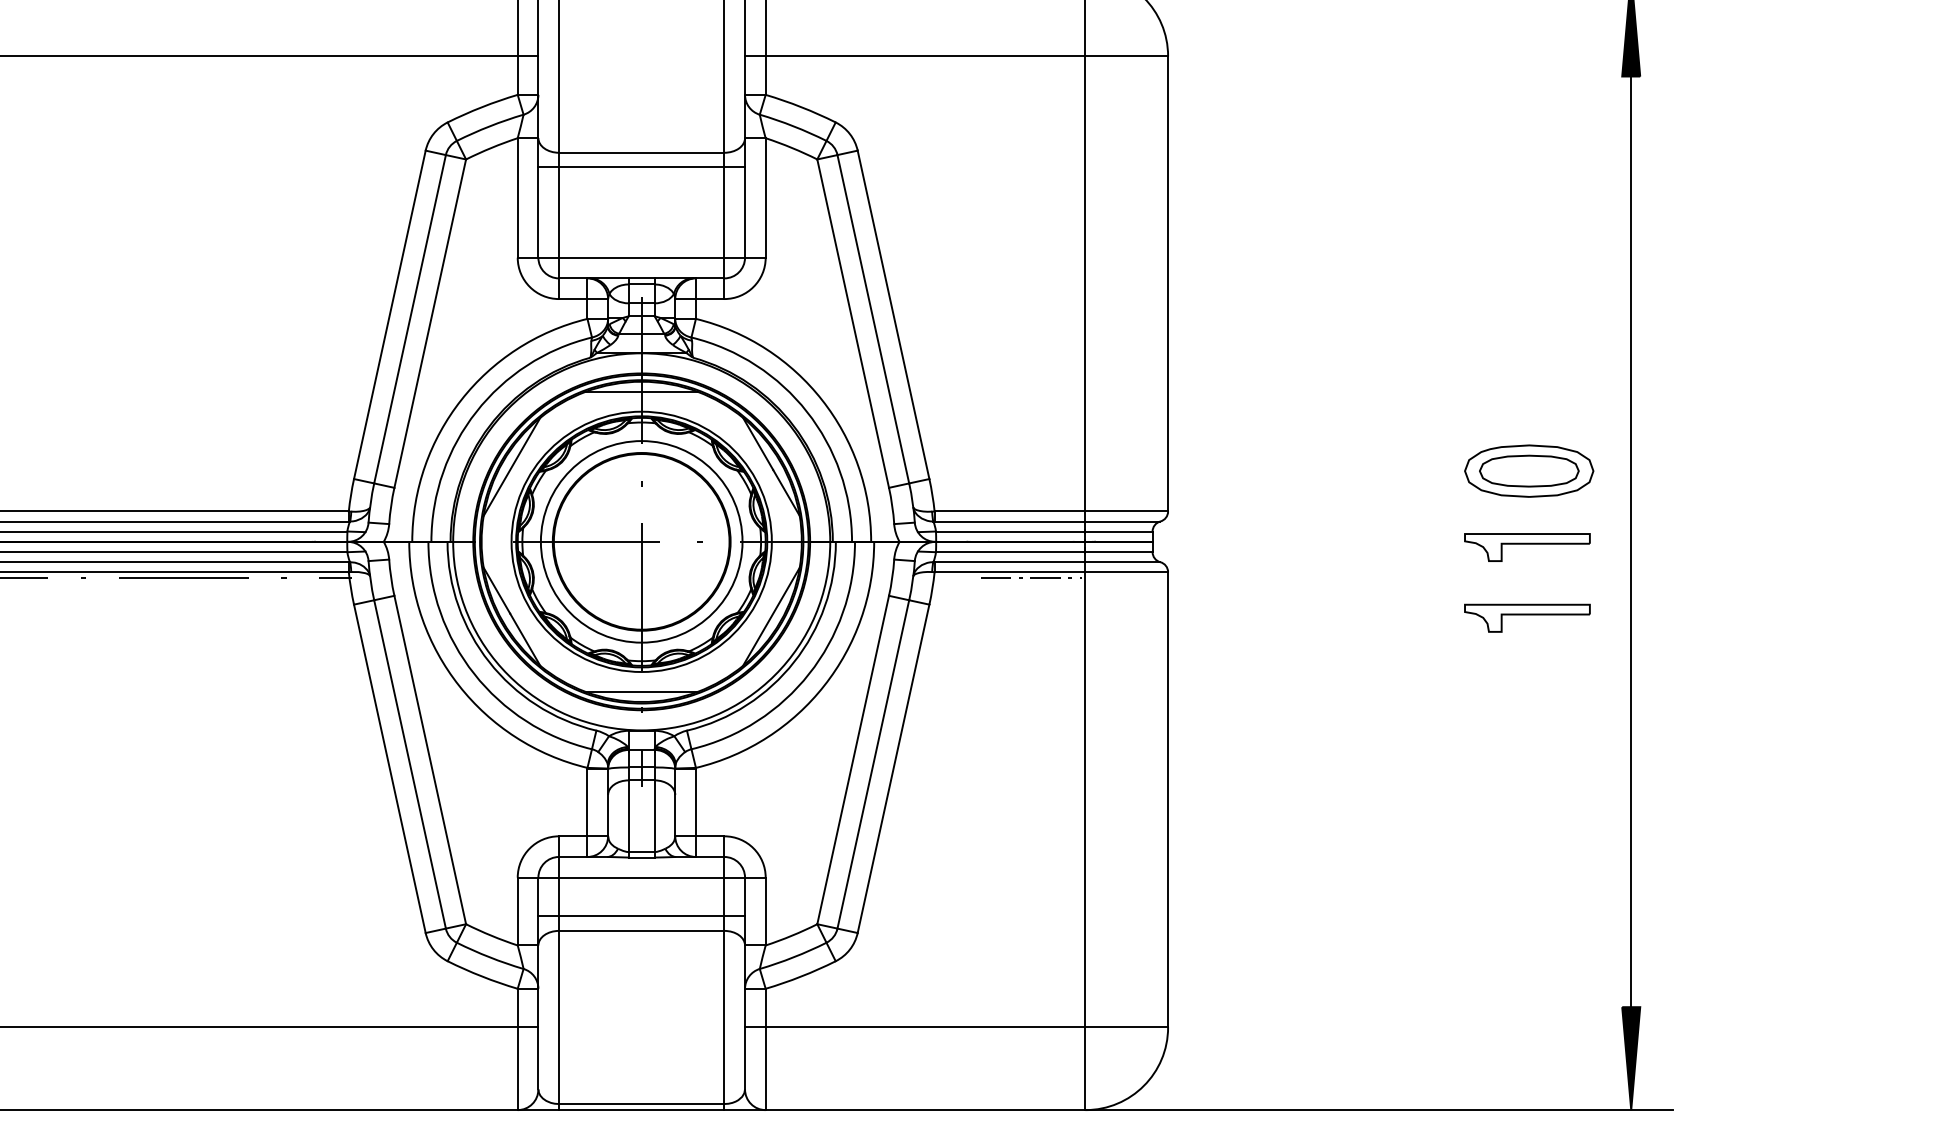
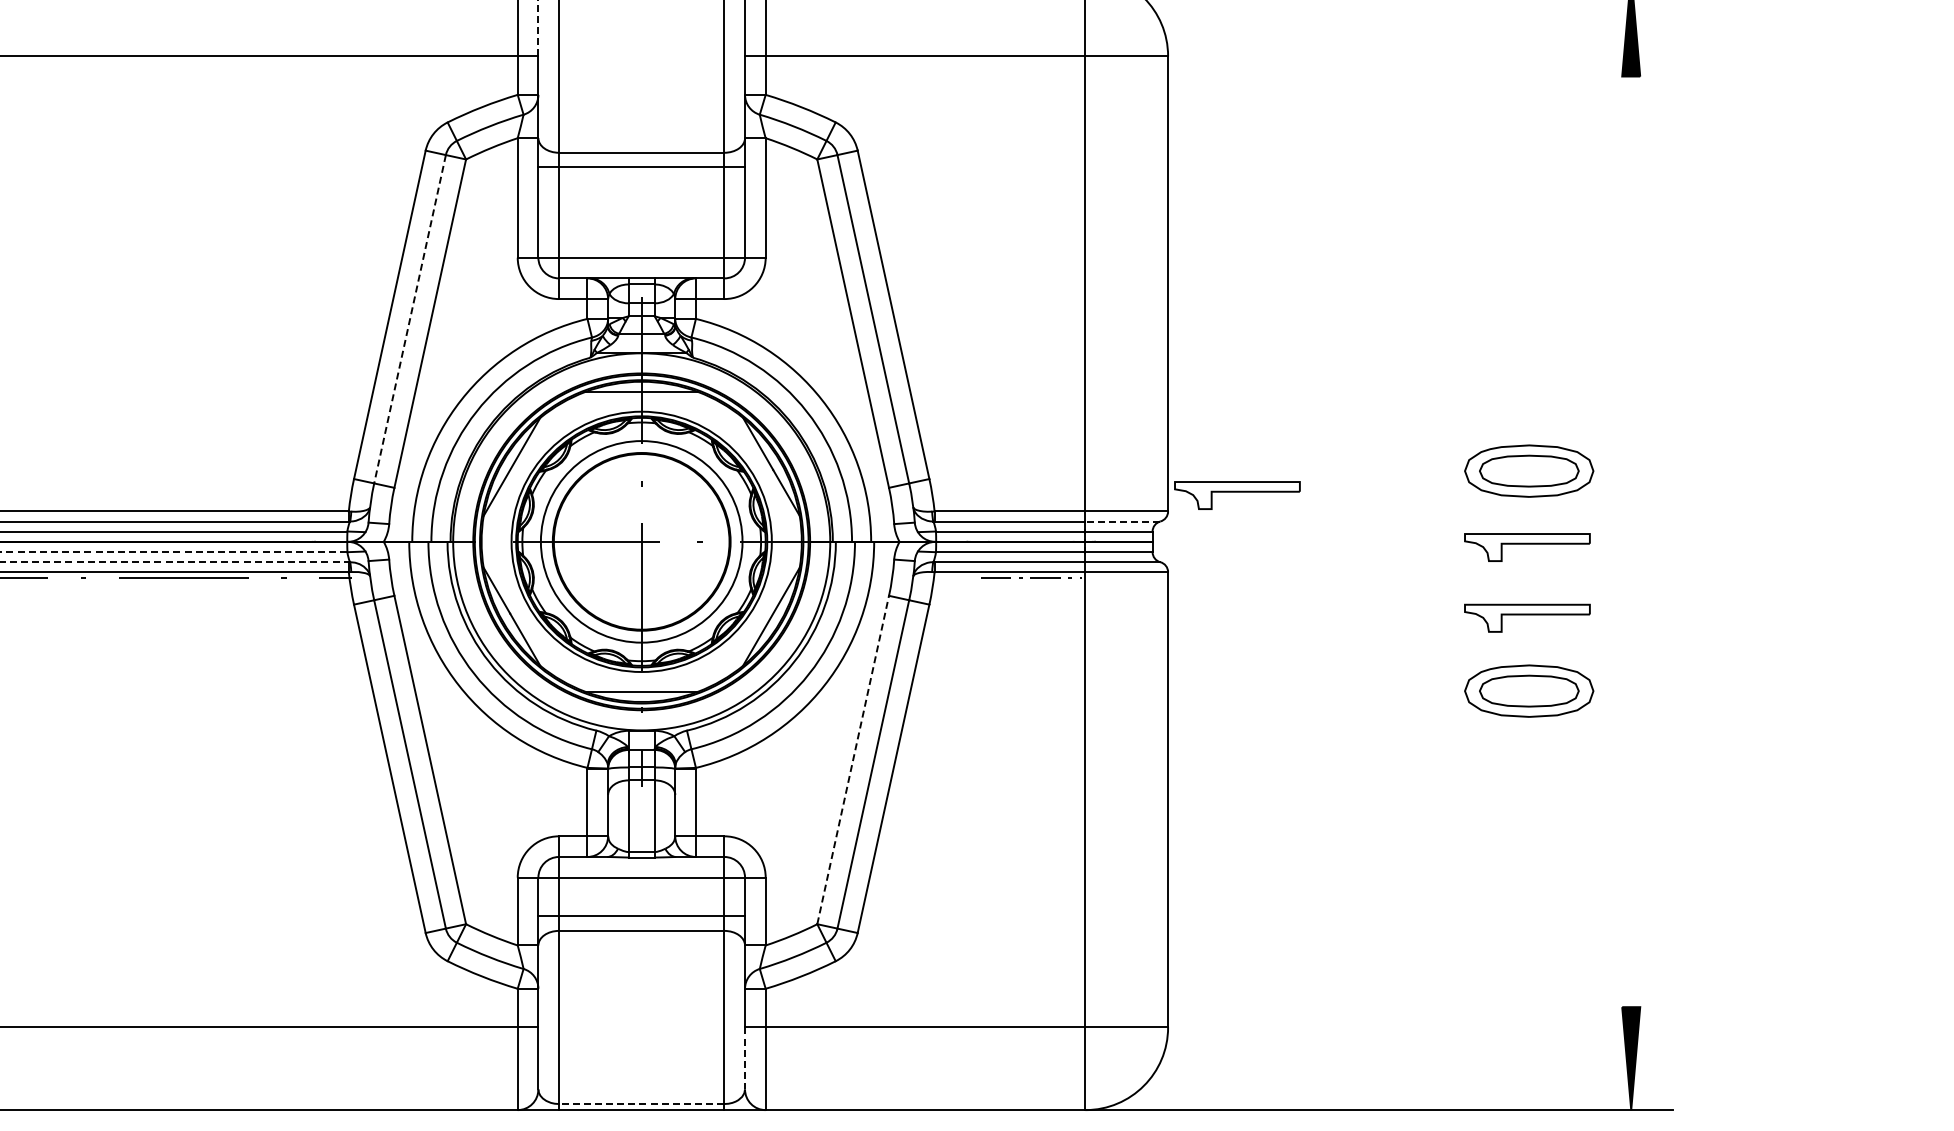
line at (538, 28): solid -> dashed
line at (409, 319): solid -> dashed
part at (1237, 495): none -> present
line at (1122, 521): solid -> dashed
line at (1631, 541): present -> none
line at (173, 552): solid -> dashed
line at (175, 562): solid -> dashed
part at (1529, 690): none -> present
line at (853, 759): solid -> dashed
line at (745, 1058): solid -> dashed
line at (641, 1104): solid -> dashed
